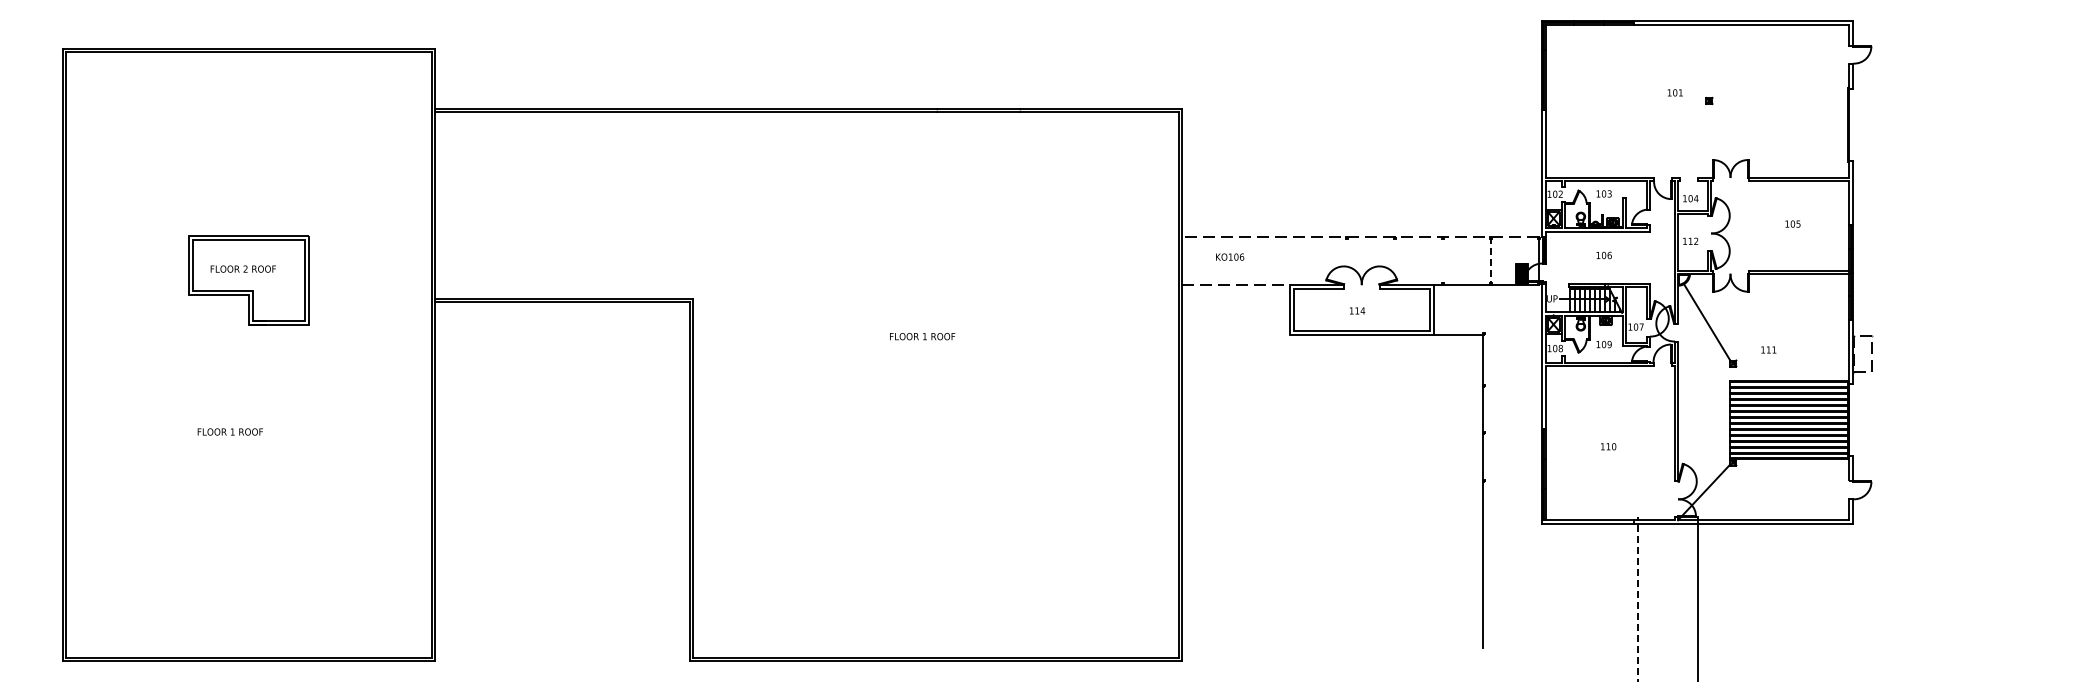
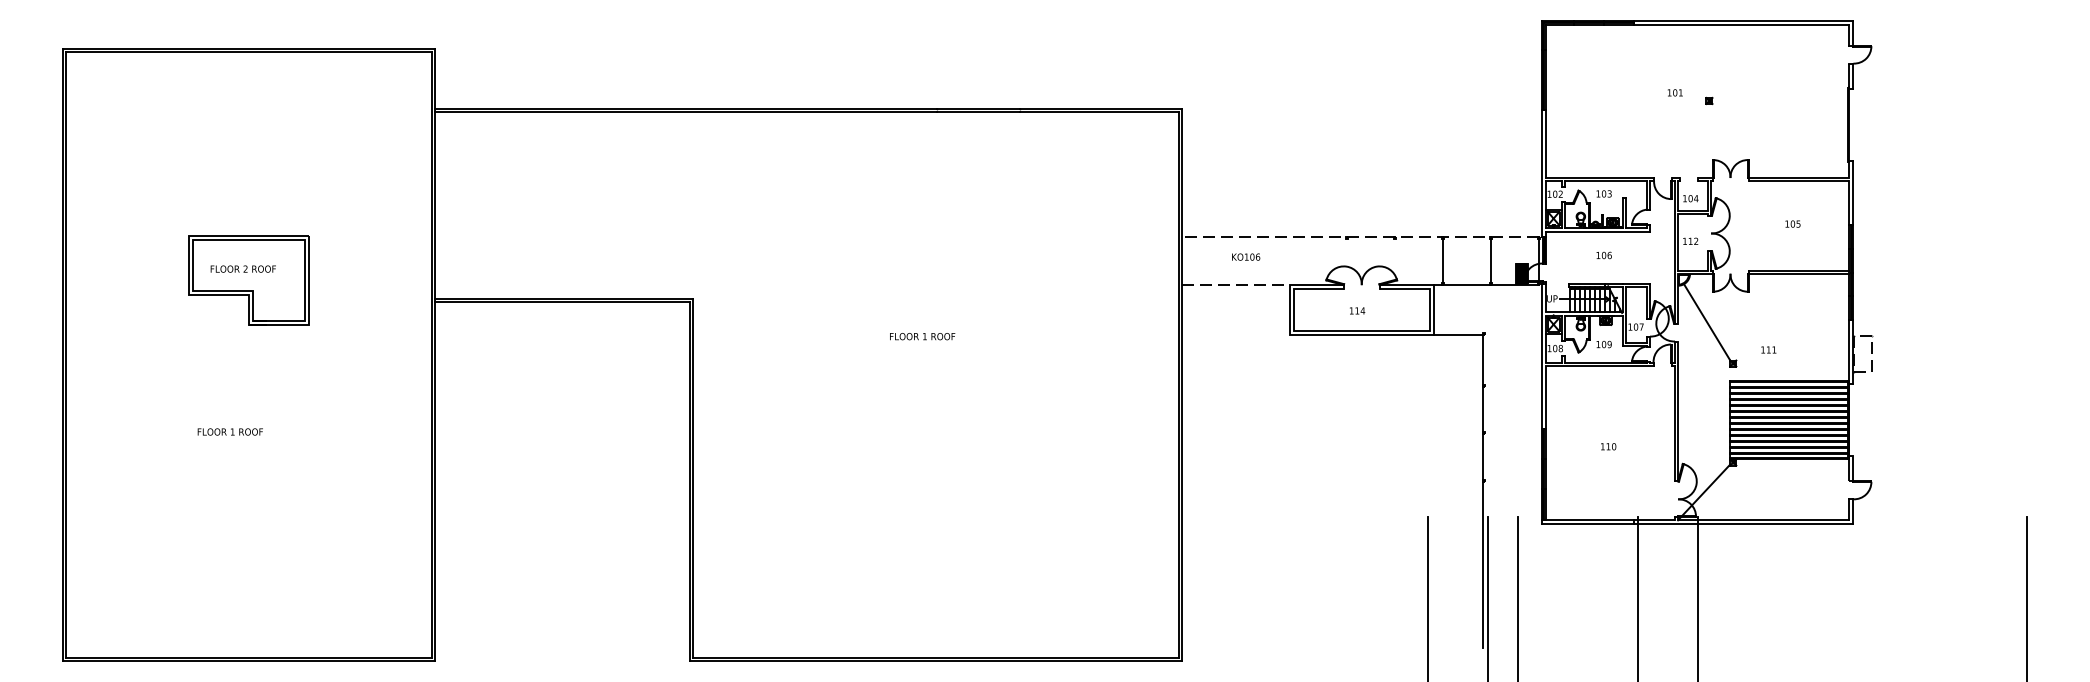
text at (1230, 256) position: (1230, 256) -> (1246, 256)
line at (1442, 260): none -> present
line at (1490, 261): dashed -> solid
line at (1427, 597): none -> present
line at (1487, 597): none -> present
line at (1517, 597): none -> present
line at (2027, 597): none -> present
line at (1637, 599): dashed -> solid
